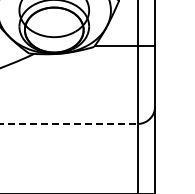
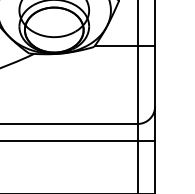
line at (69, 123): dashed -> solid
line at (78, 141): none -> present
